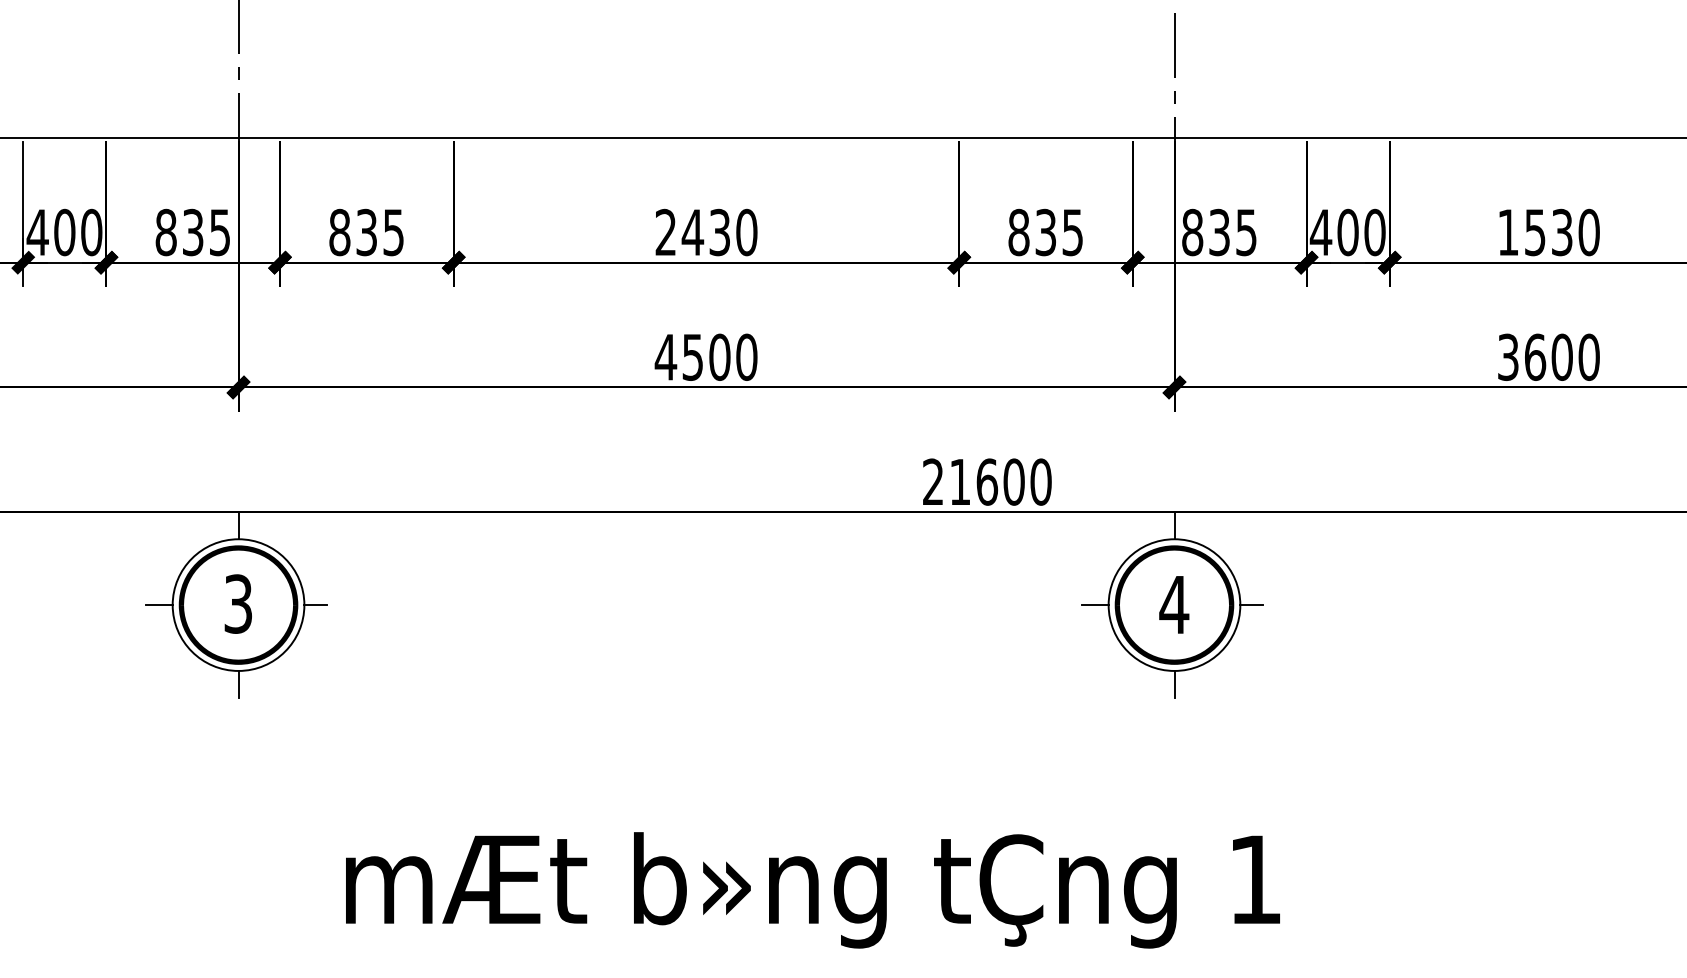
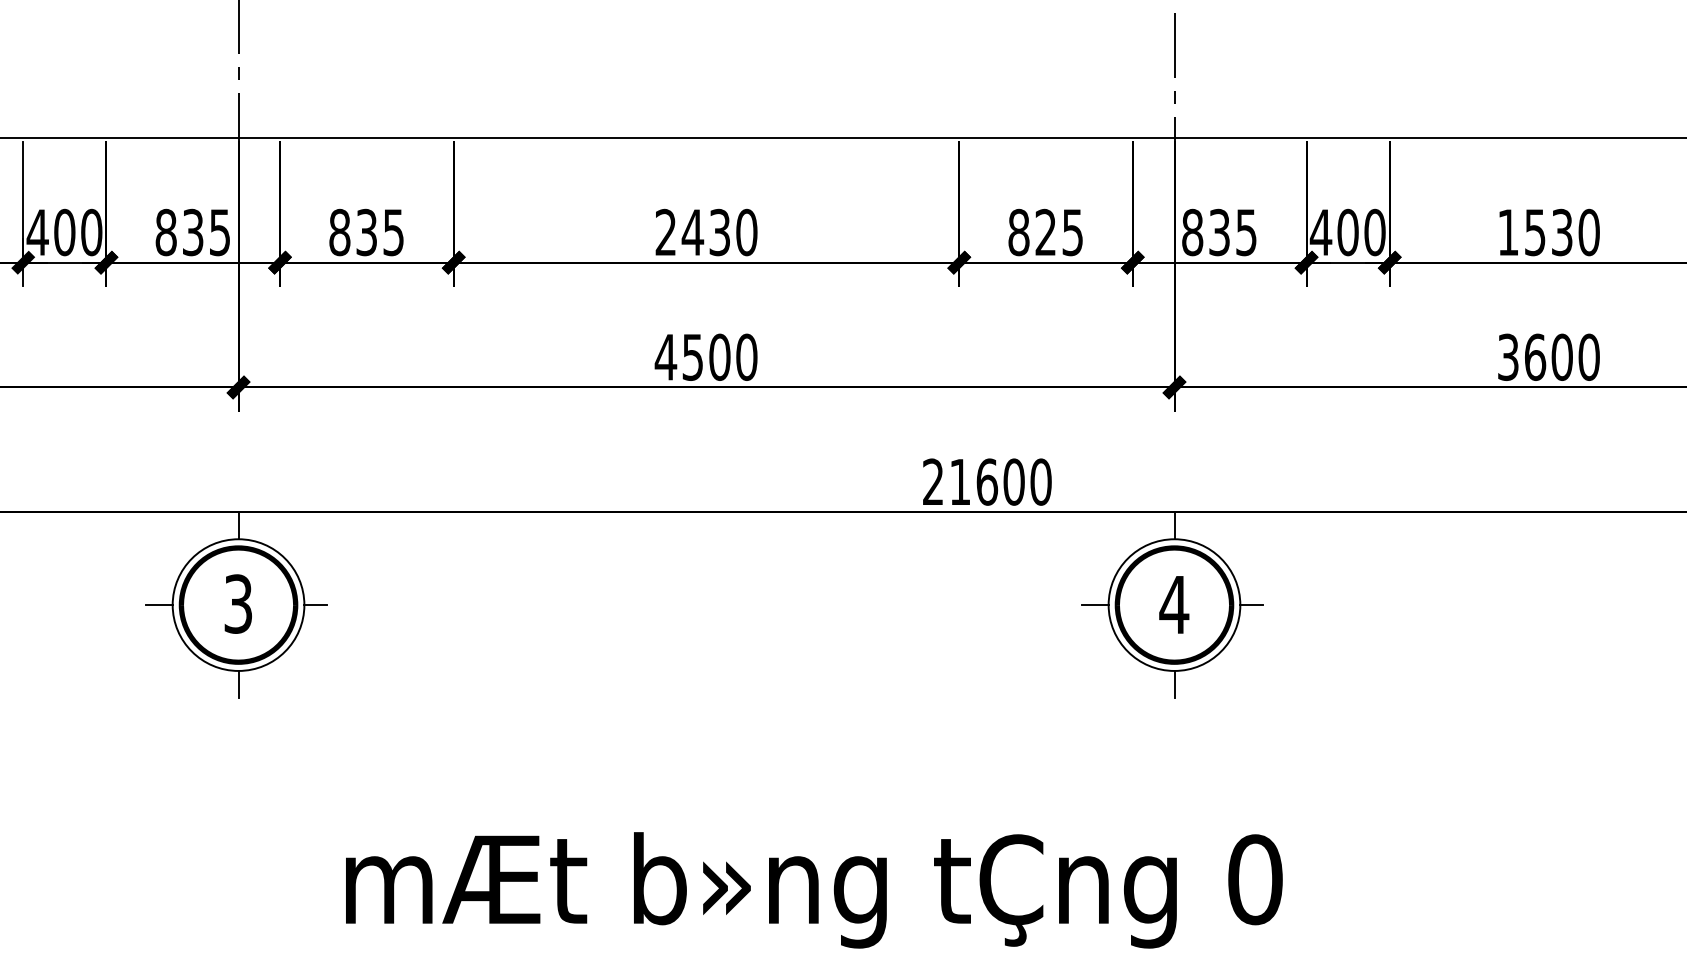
text at (1045, 232): 835 -> 825
text at (1255, 879): 1 -> 0
